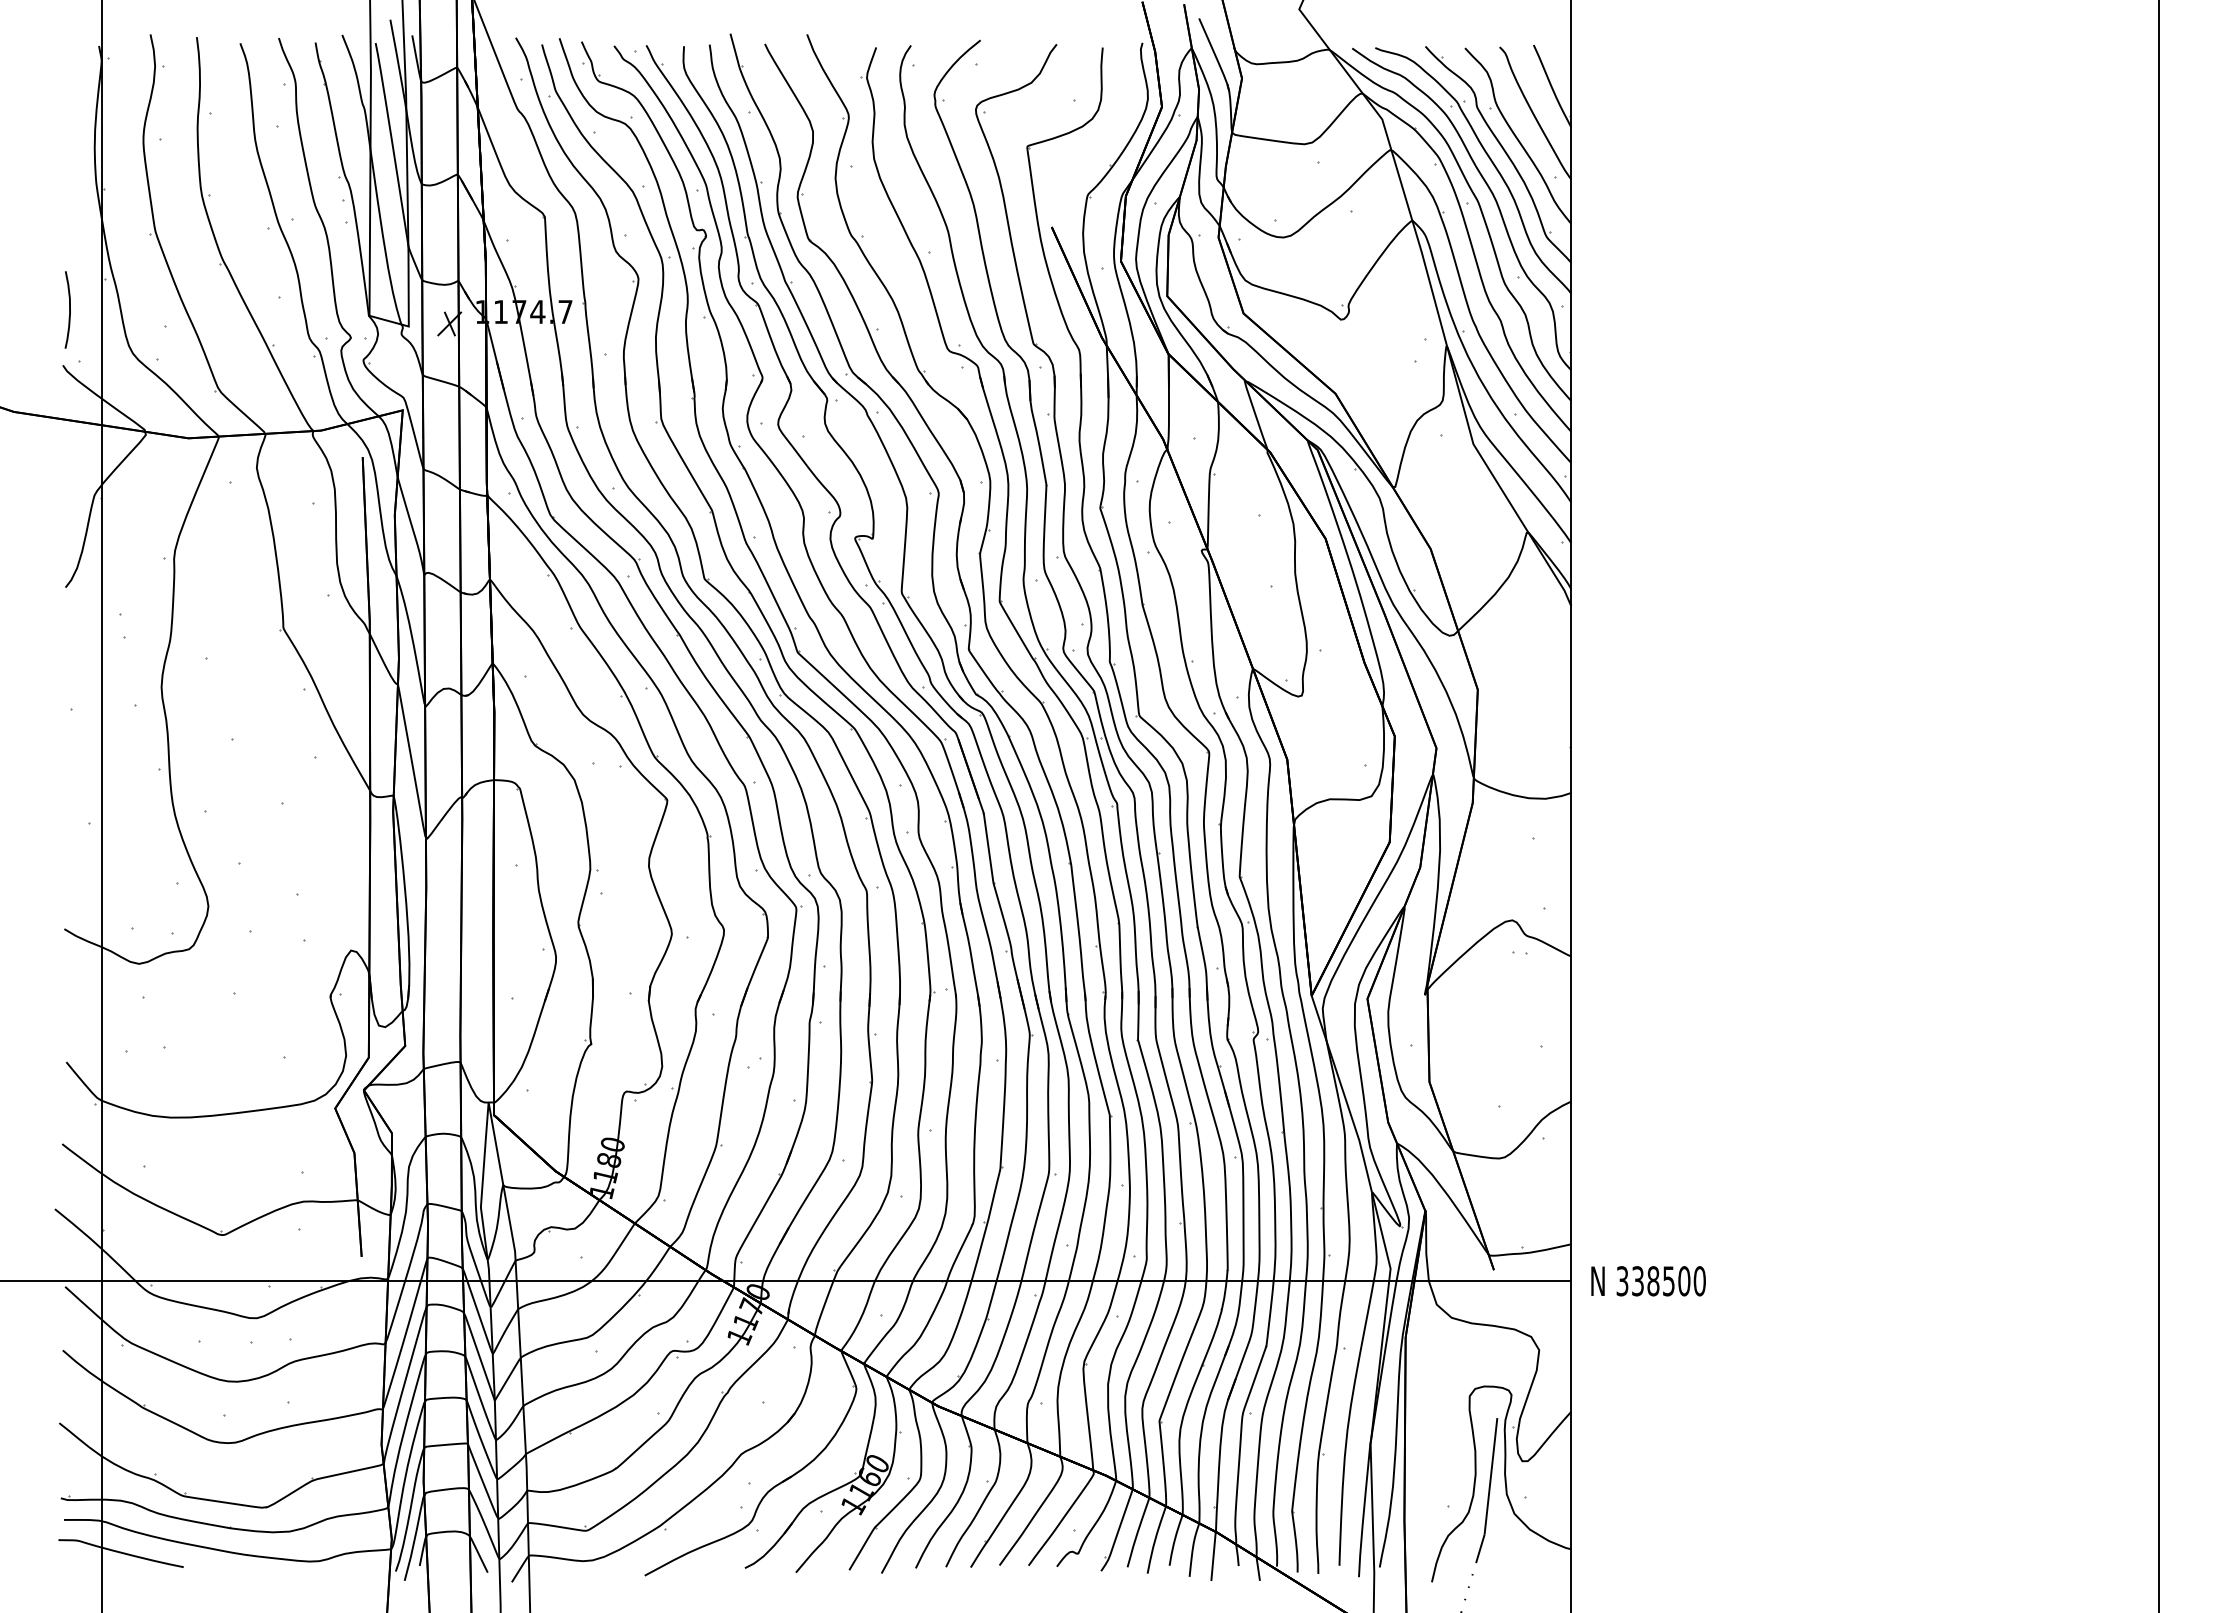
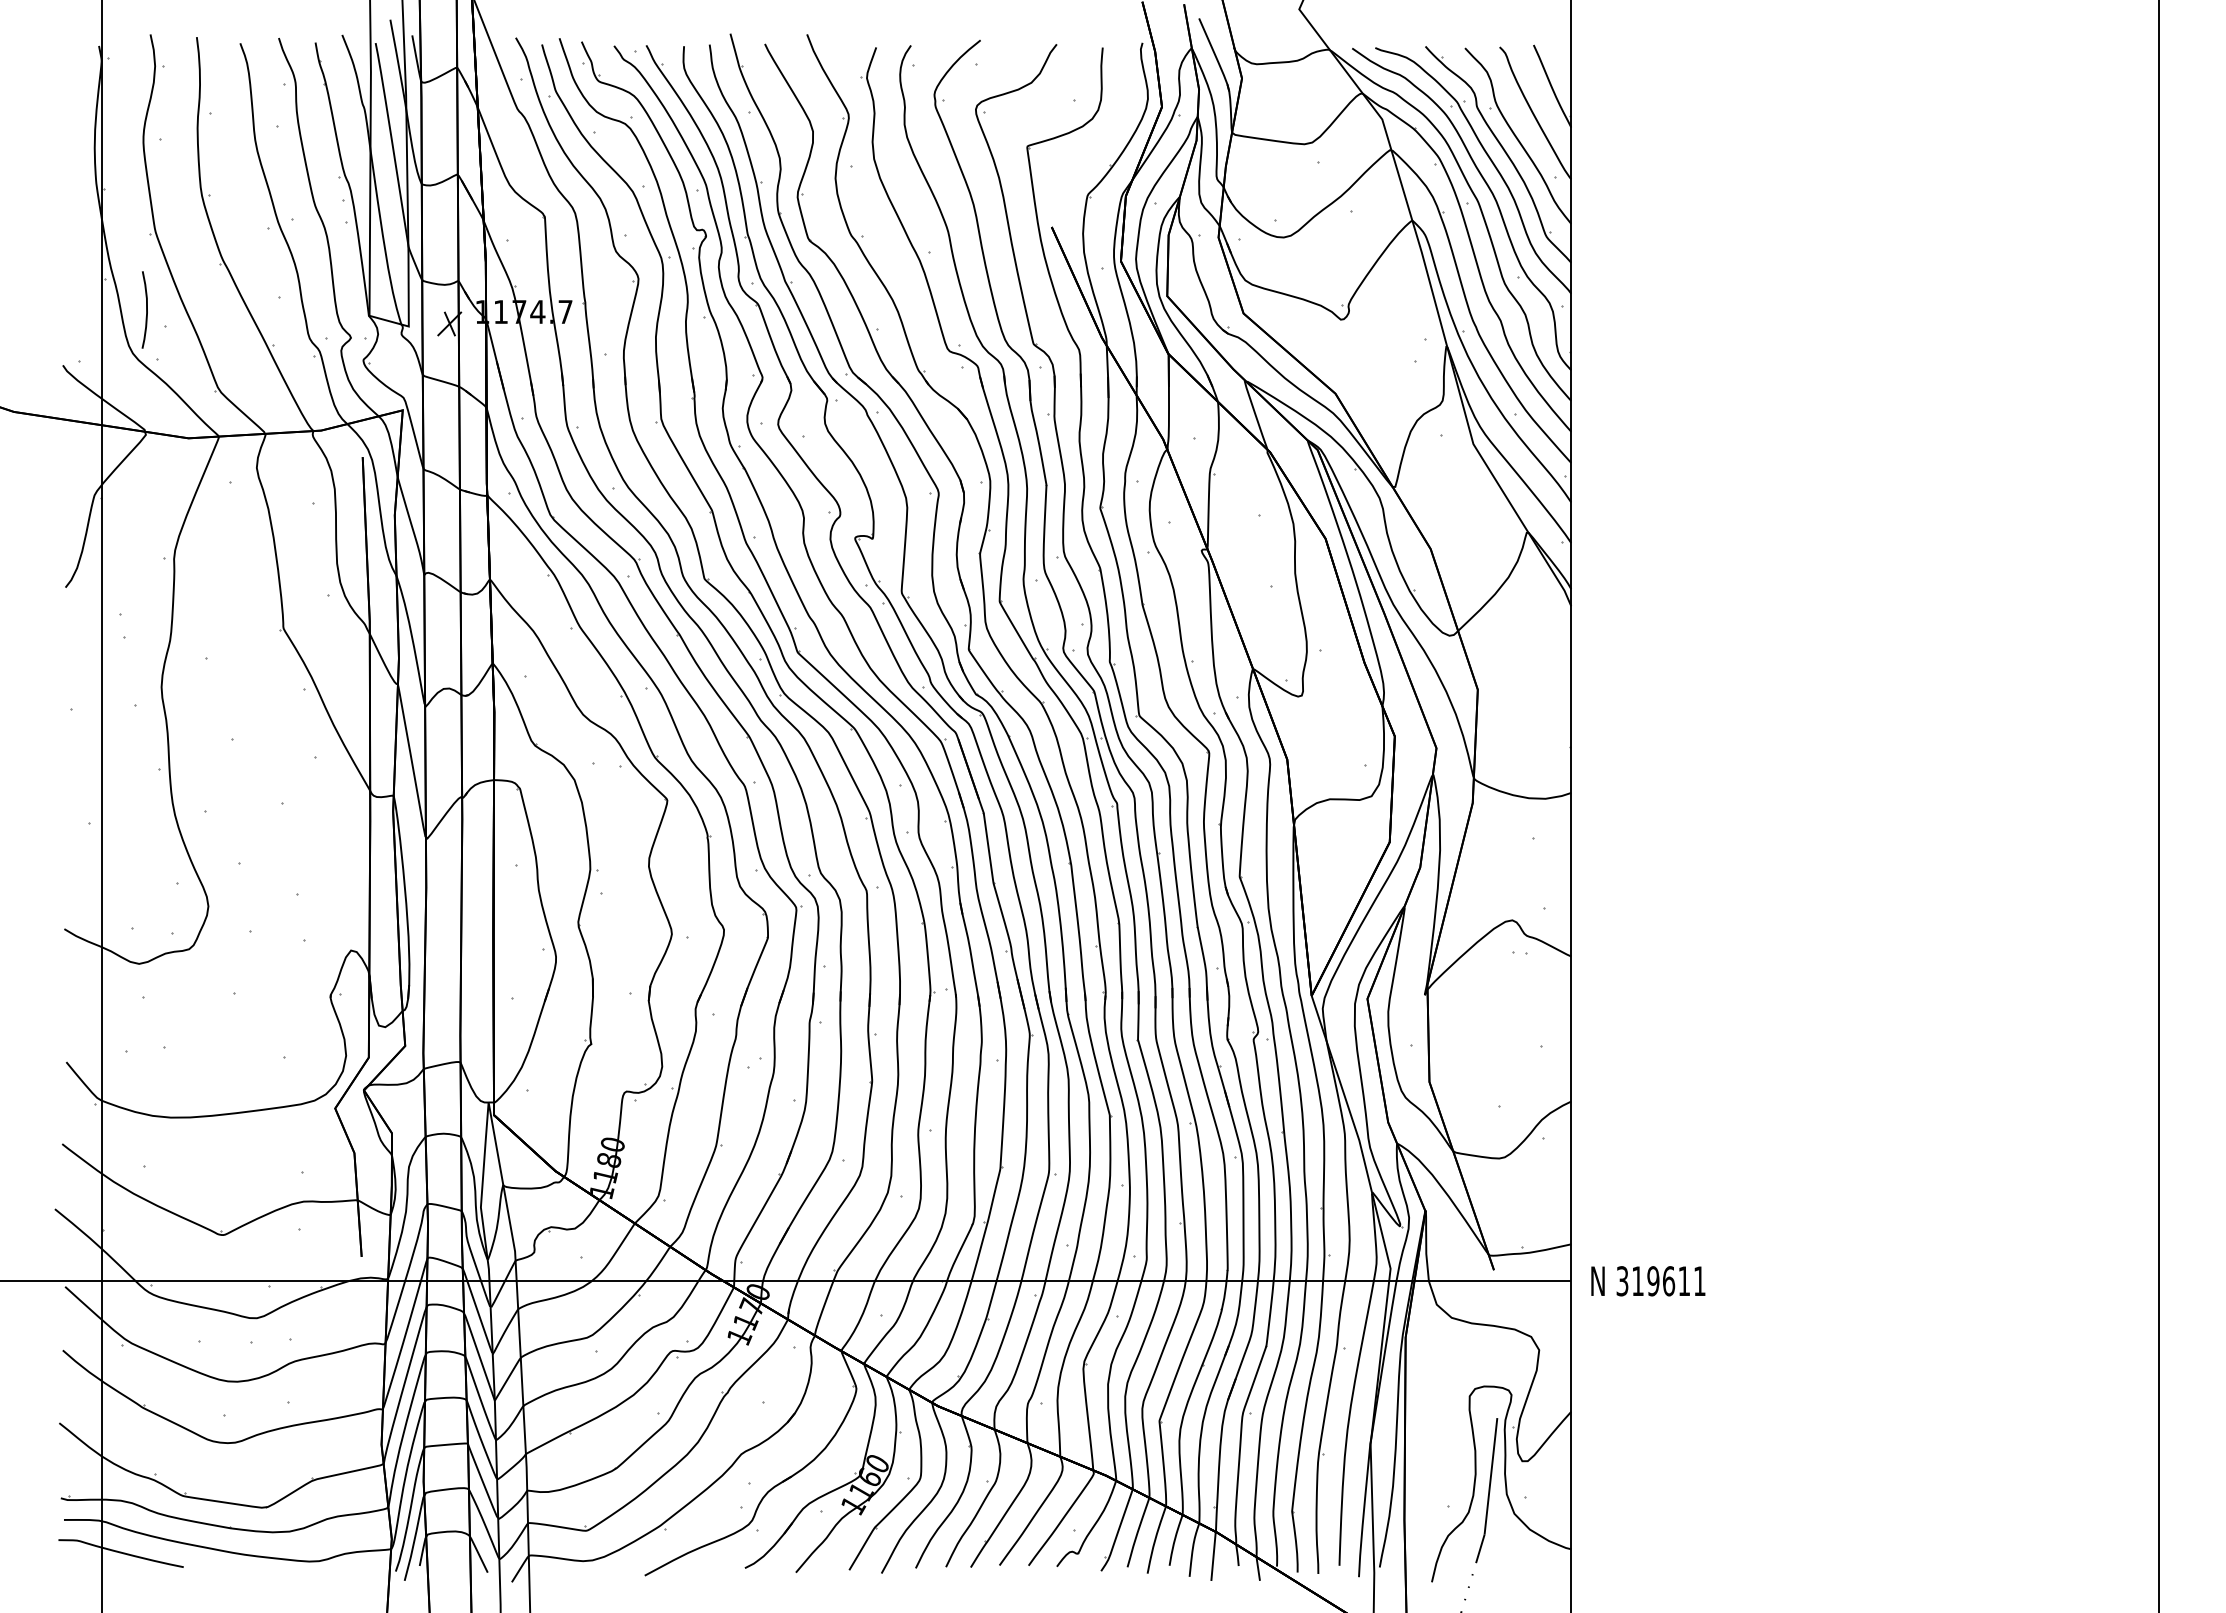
curve at (69, 309) position: (69, 309) -> (146, 309)
text at (1668, 1281): 338500 -> 319611
